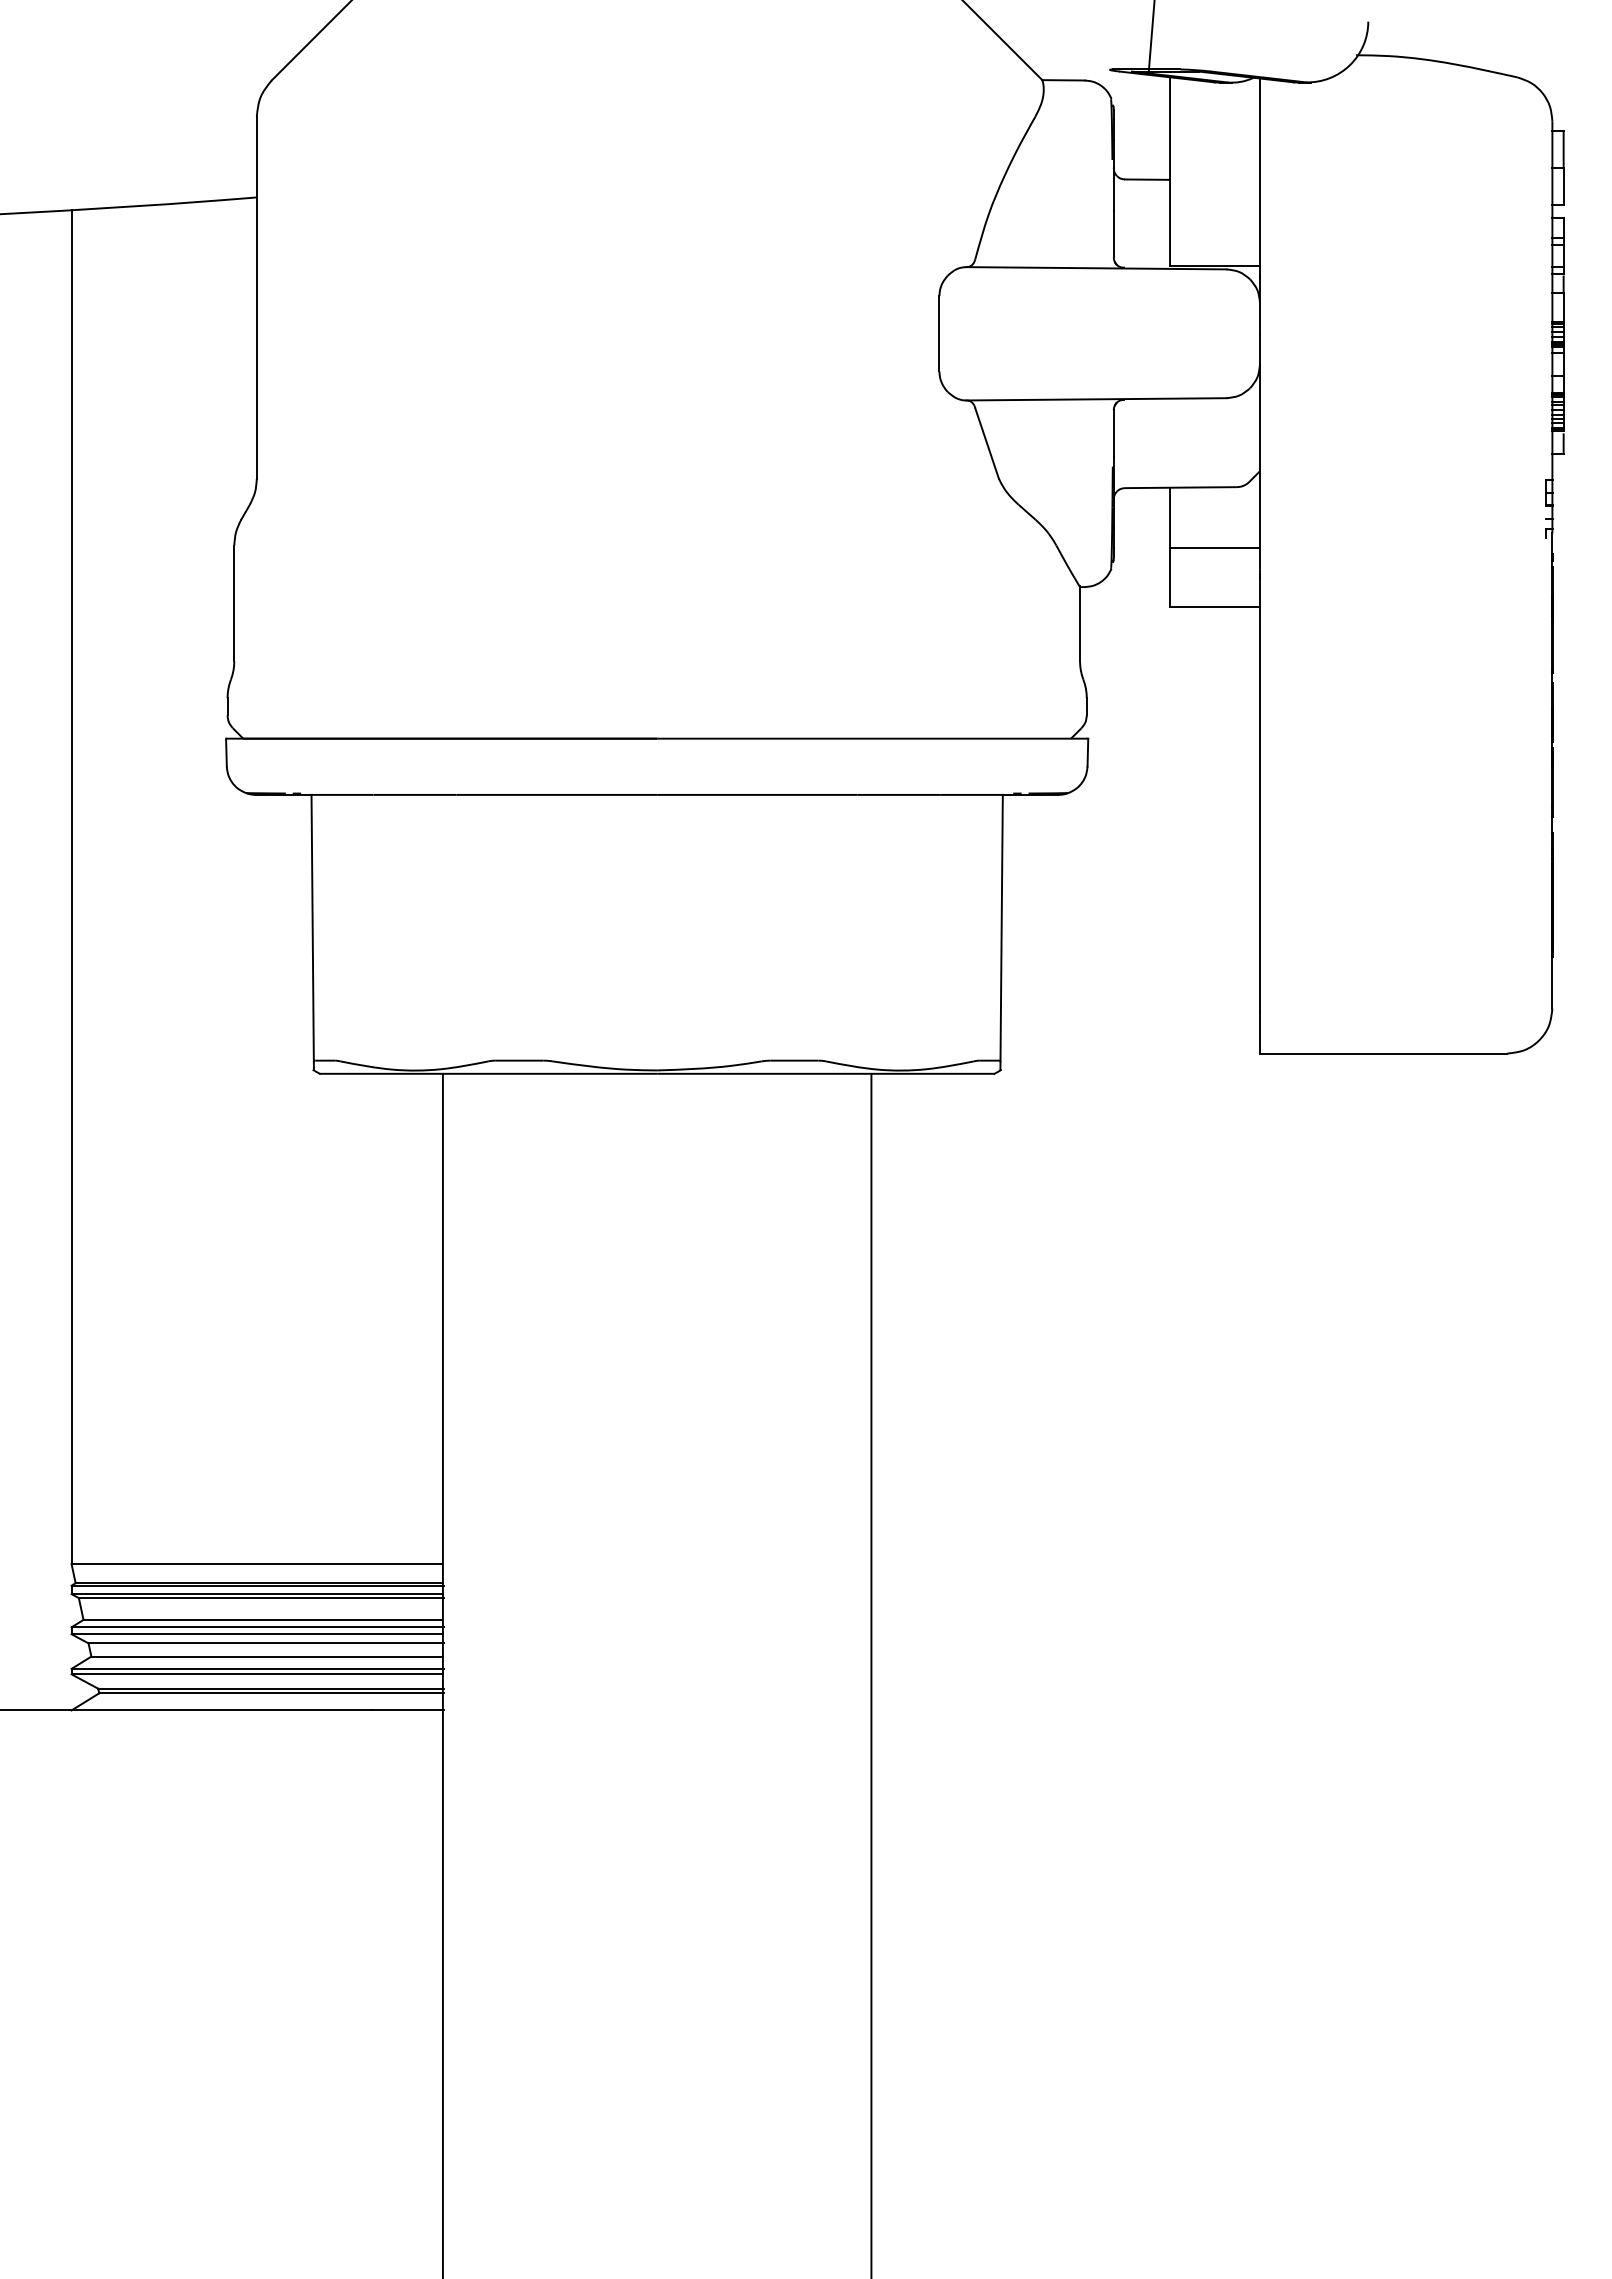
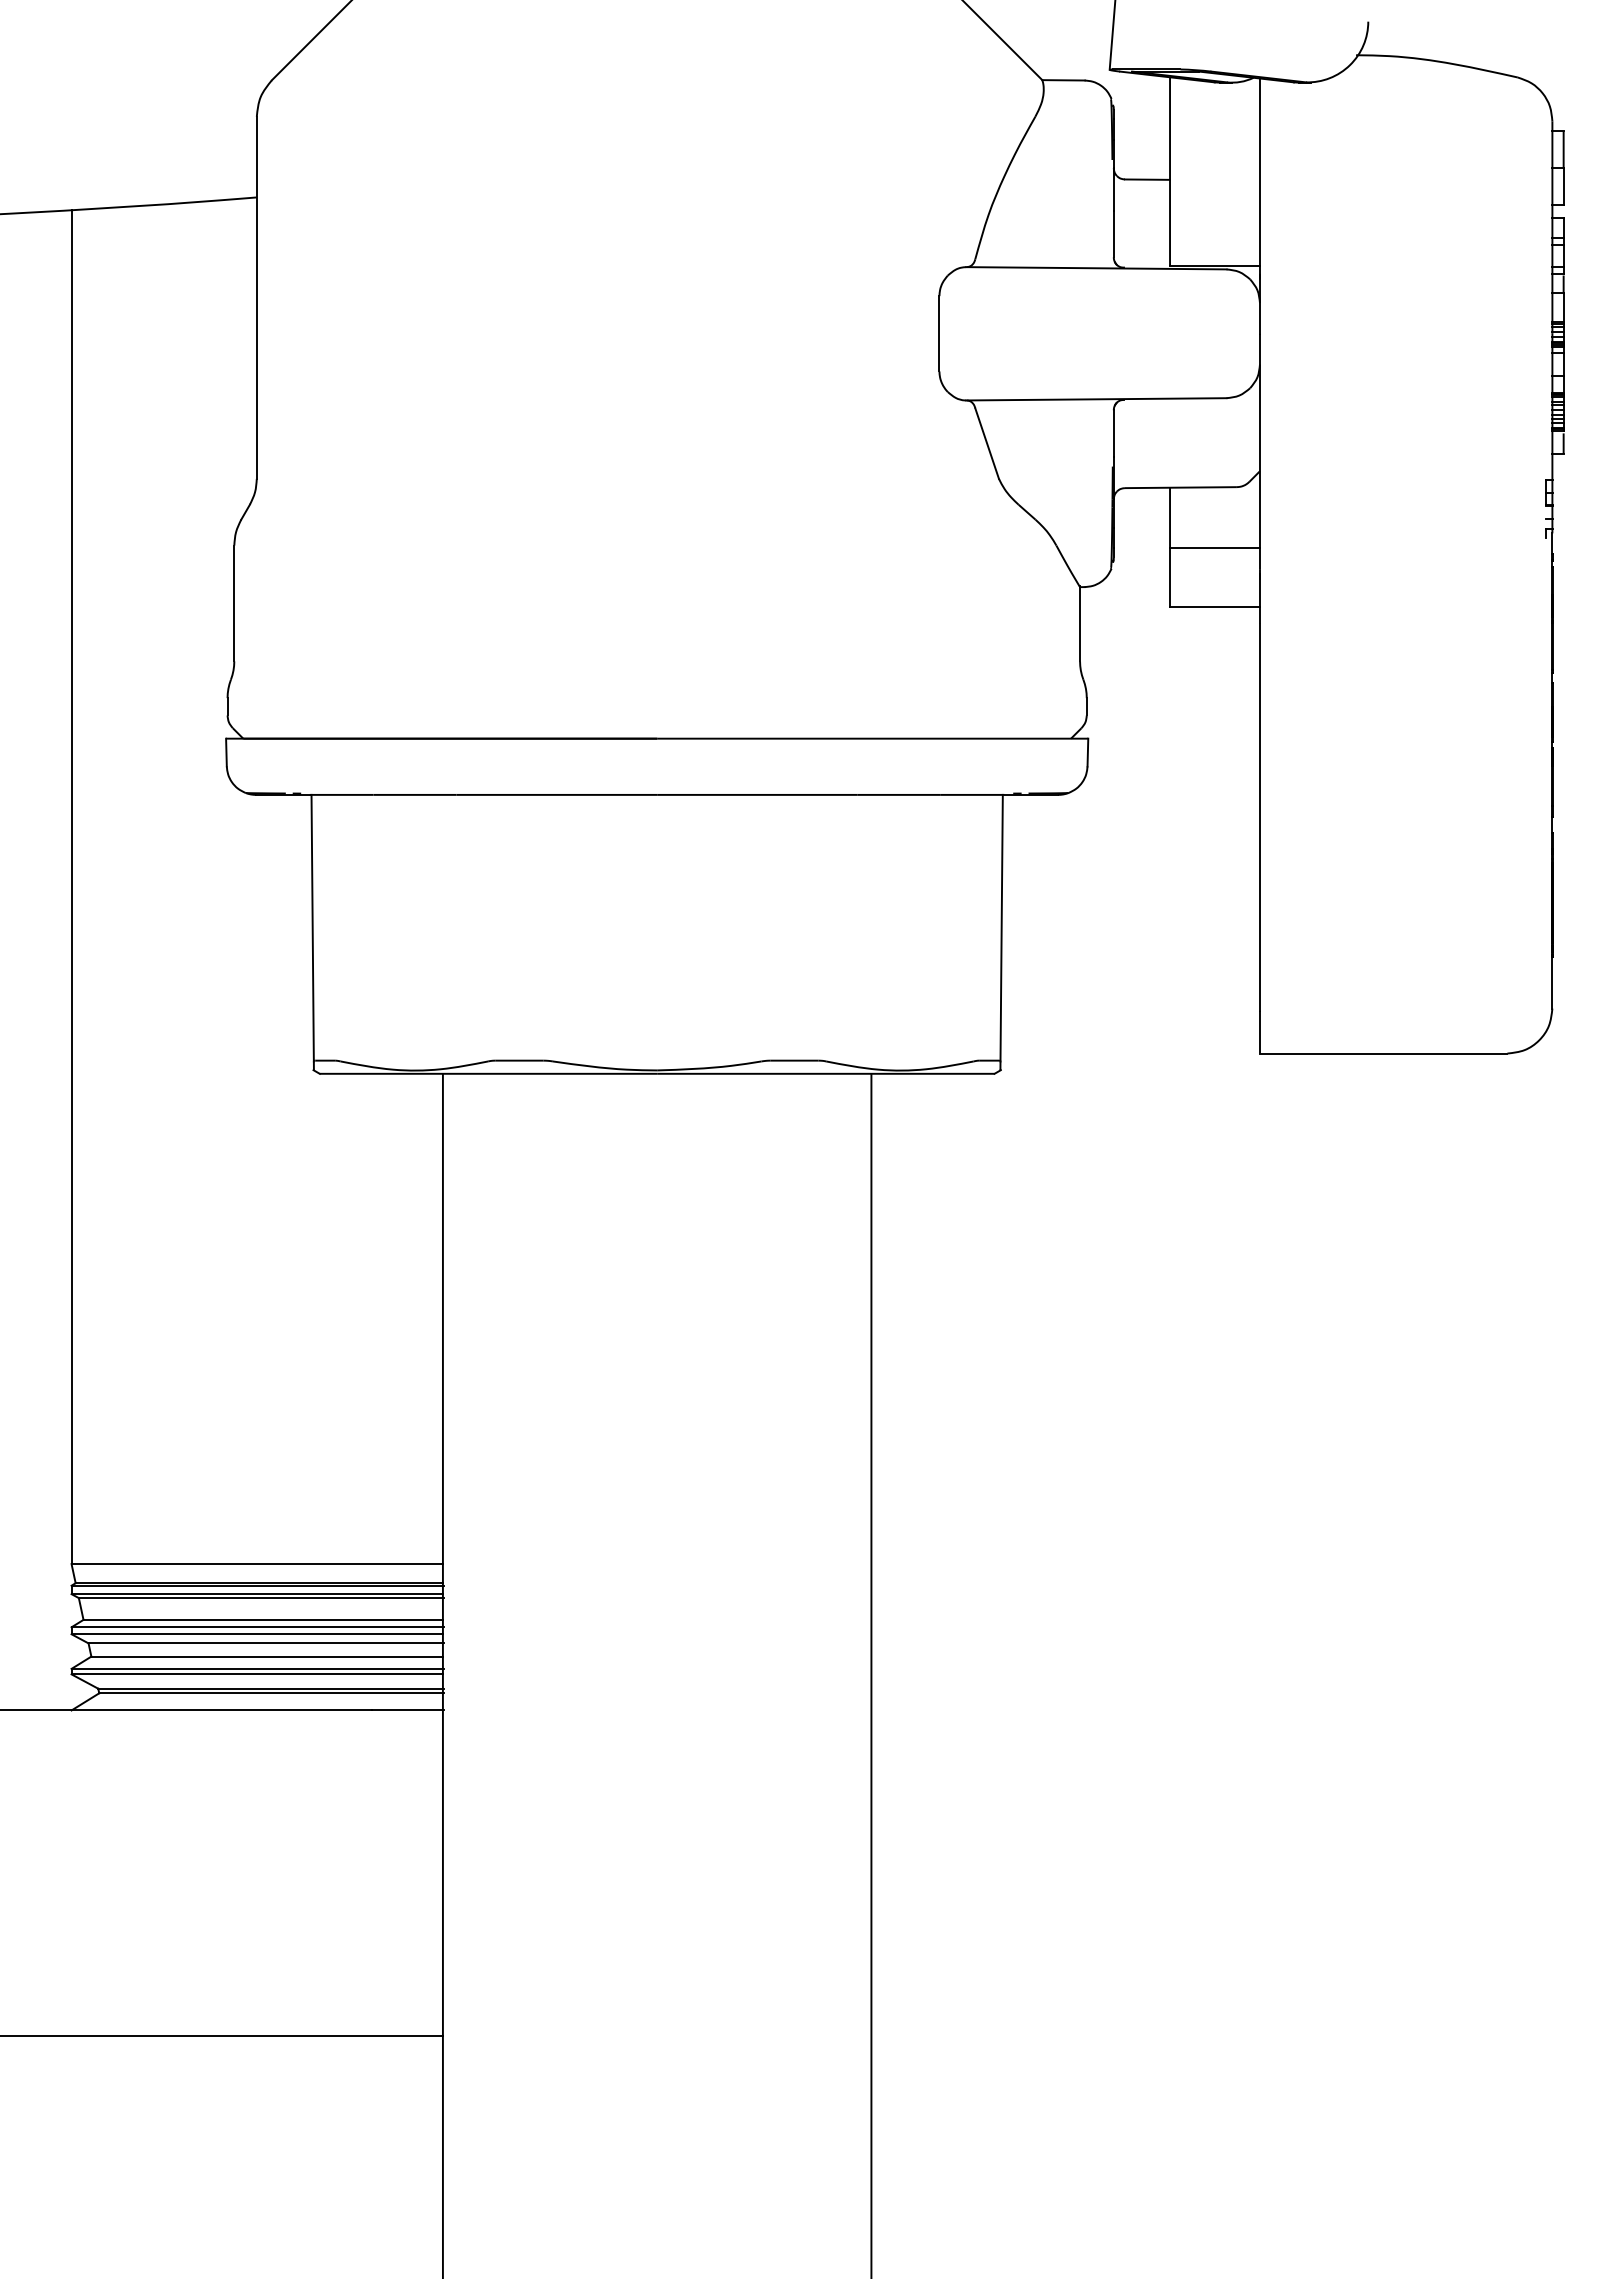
line at (1151, 37) position: (1151, 37) -> (1112, 35)
line at (222, 2036): none -> present
